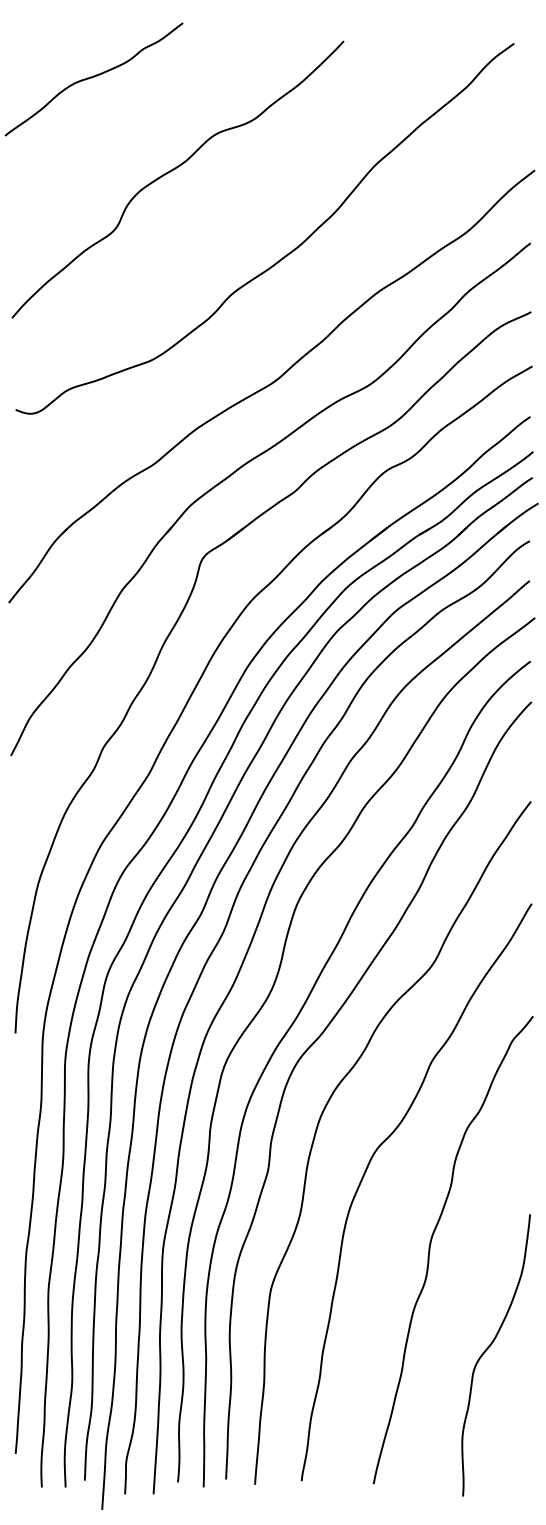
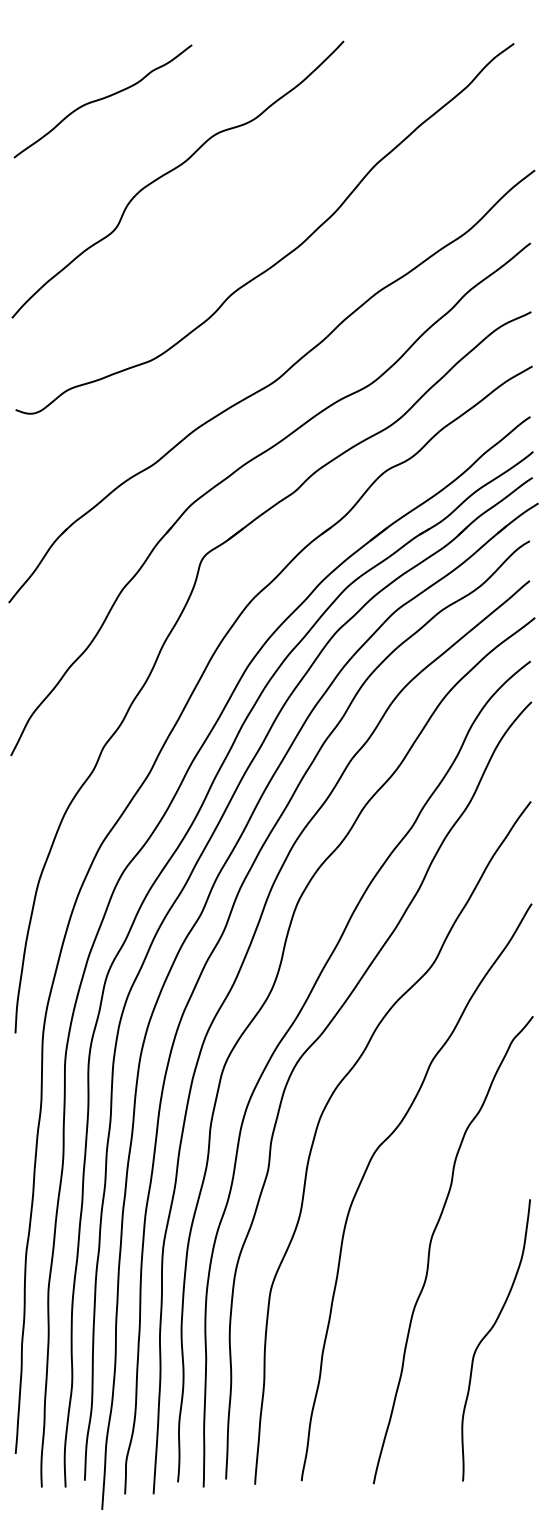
curve at (93, 77) position: (93, 77) -> (102, 99)
curve at (487, 1350) position: (487, 1350) -> (487, 1335)
